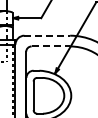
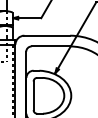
line at (47, 35): dashed -> solid
line at (51, 46): dashed -> solid
